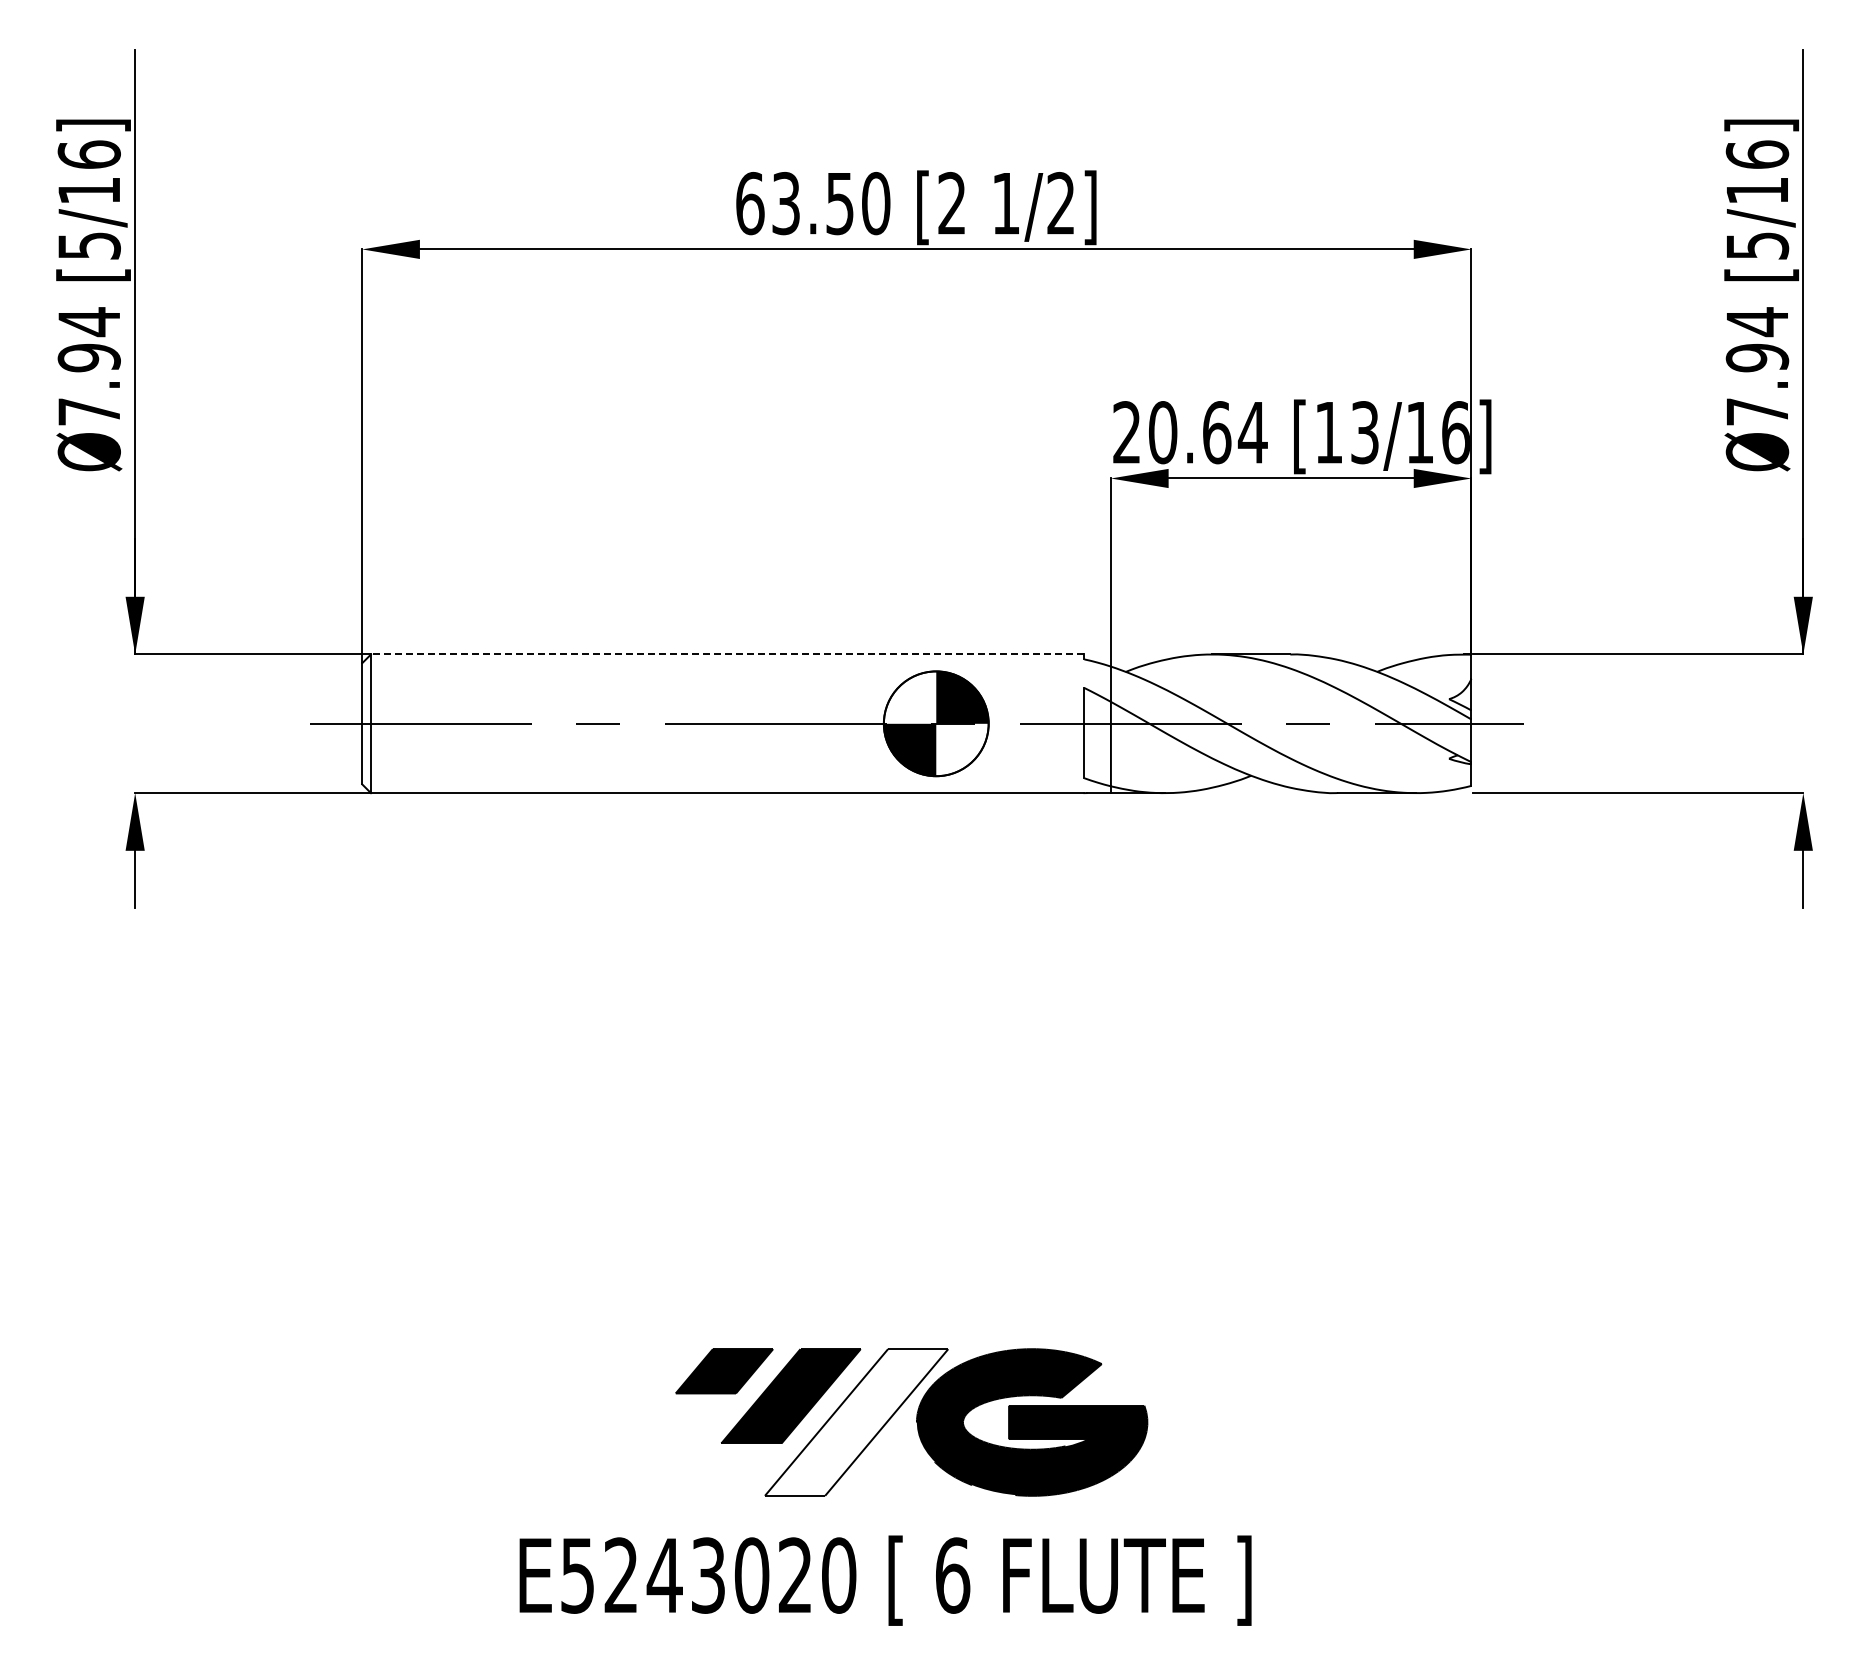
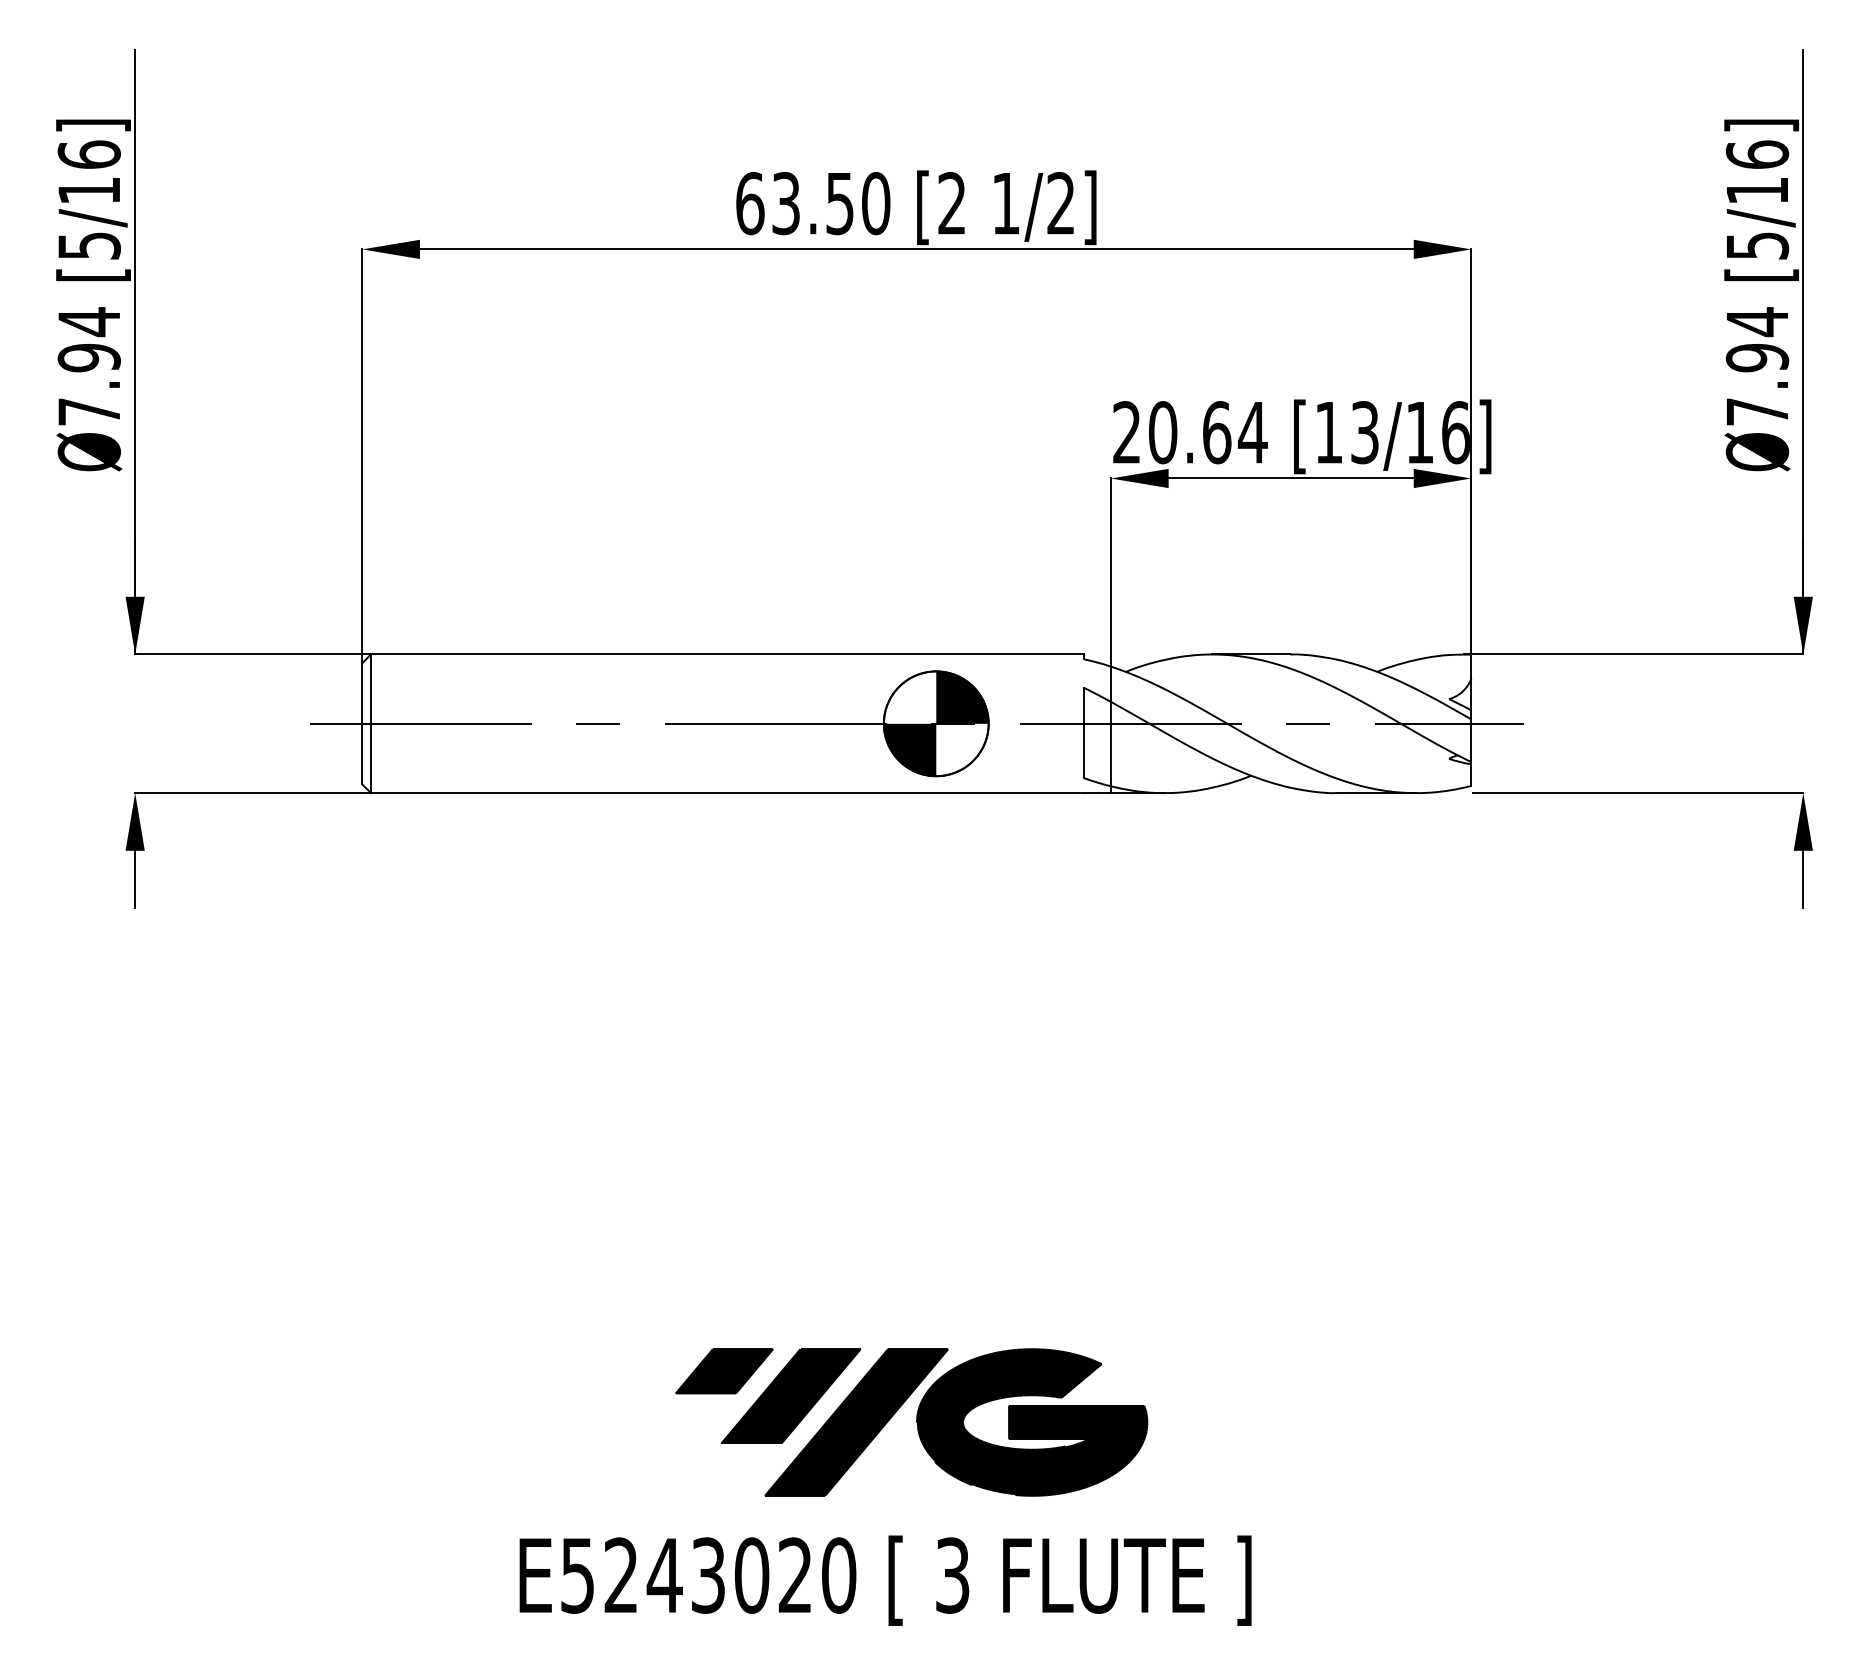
line at (727, 654): dashed -> solid
fill at (856, 1422): none -> present
text at (953, 1575): 6 -> 3
